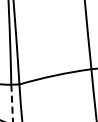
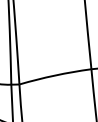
line at (12, 103): dashed -> solid
